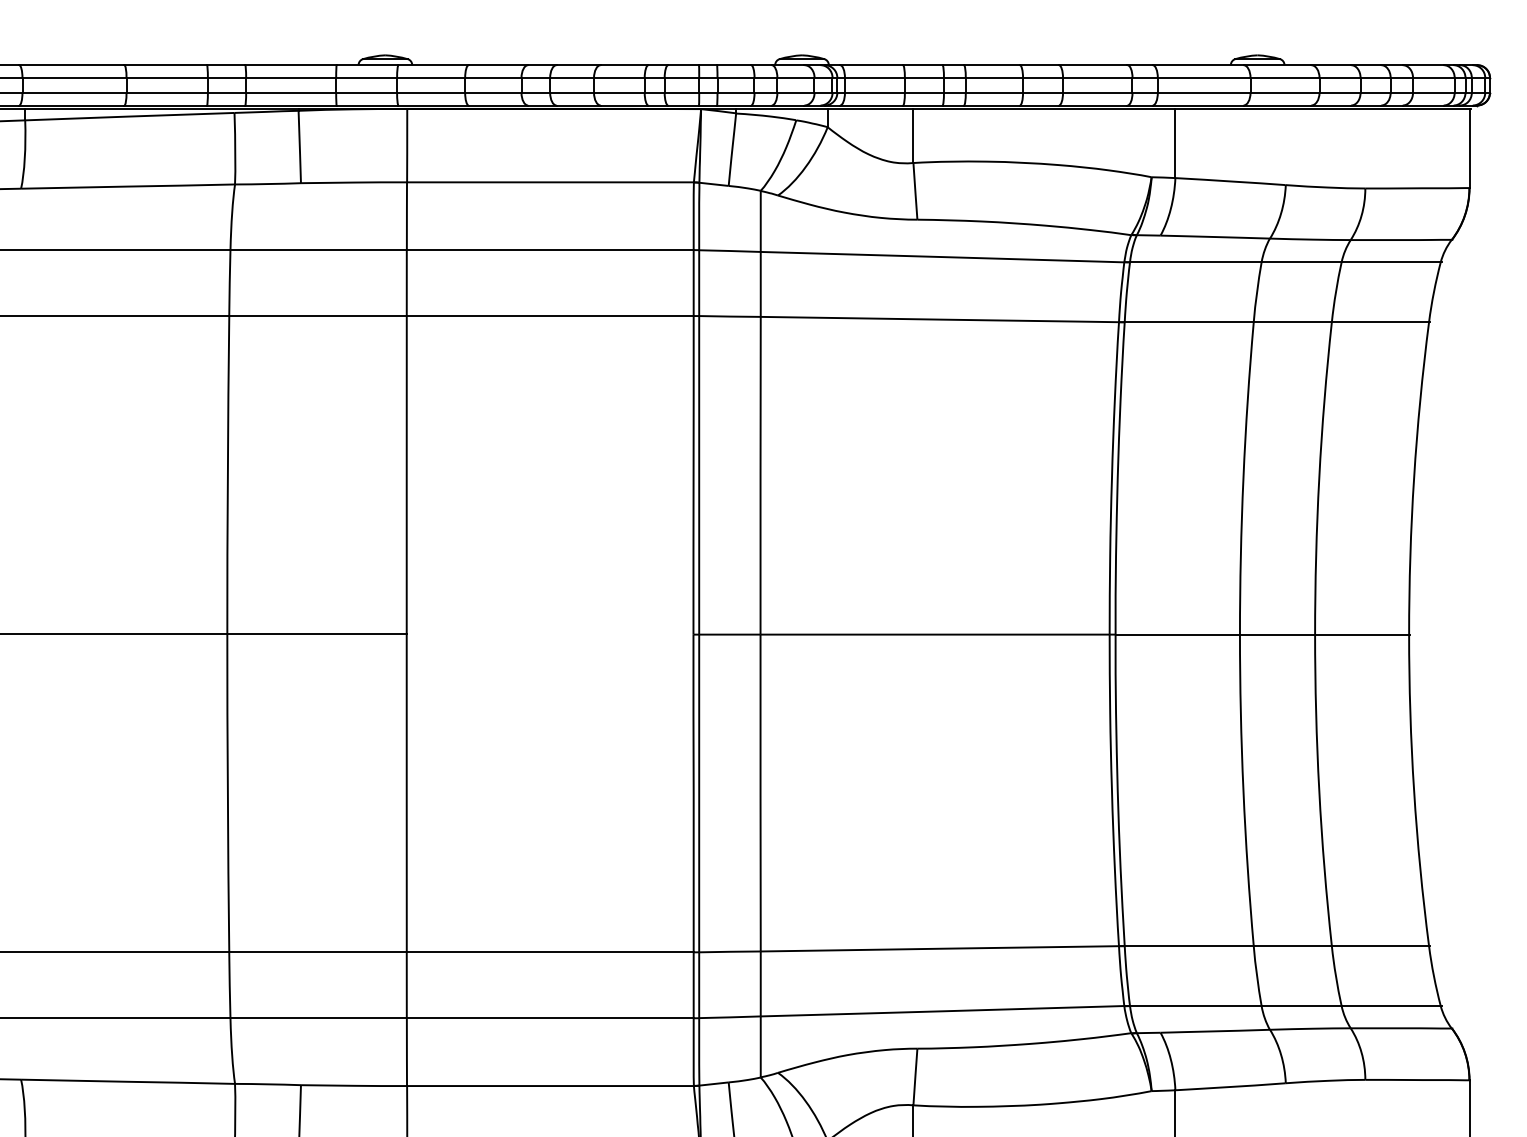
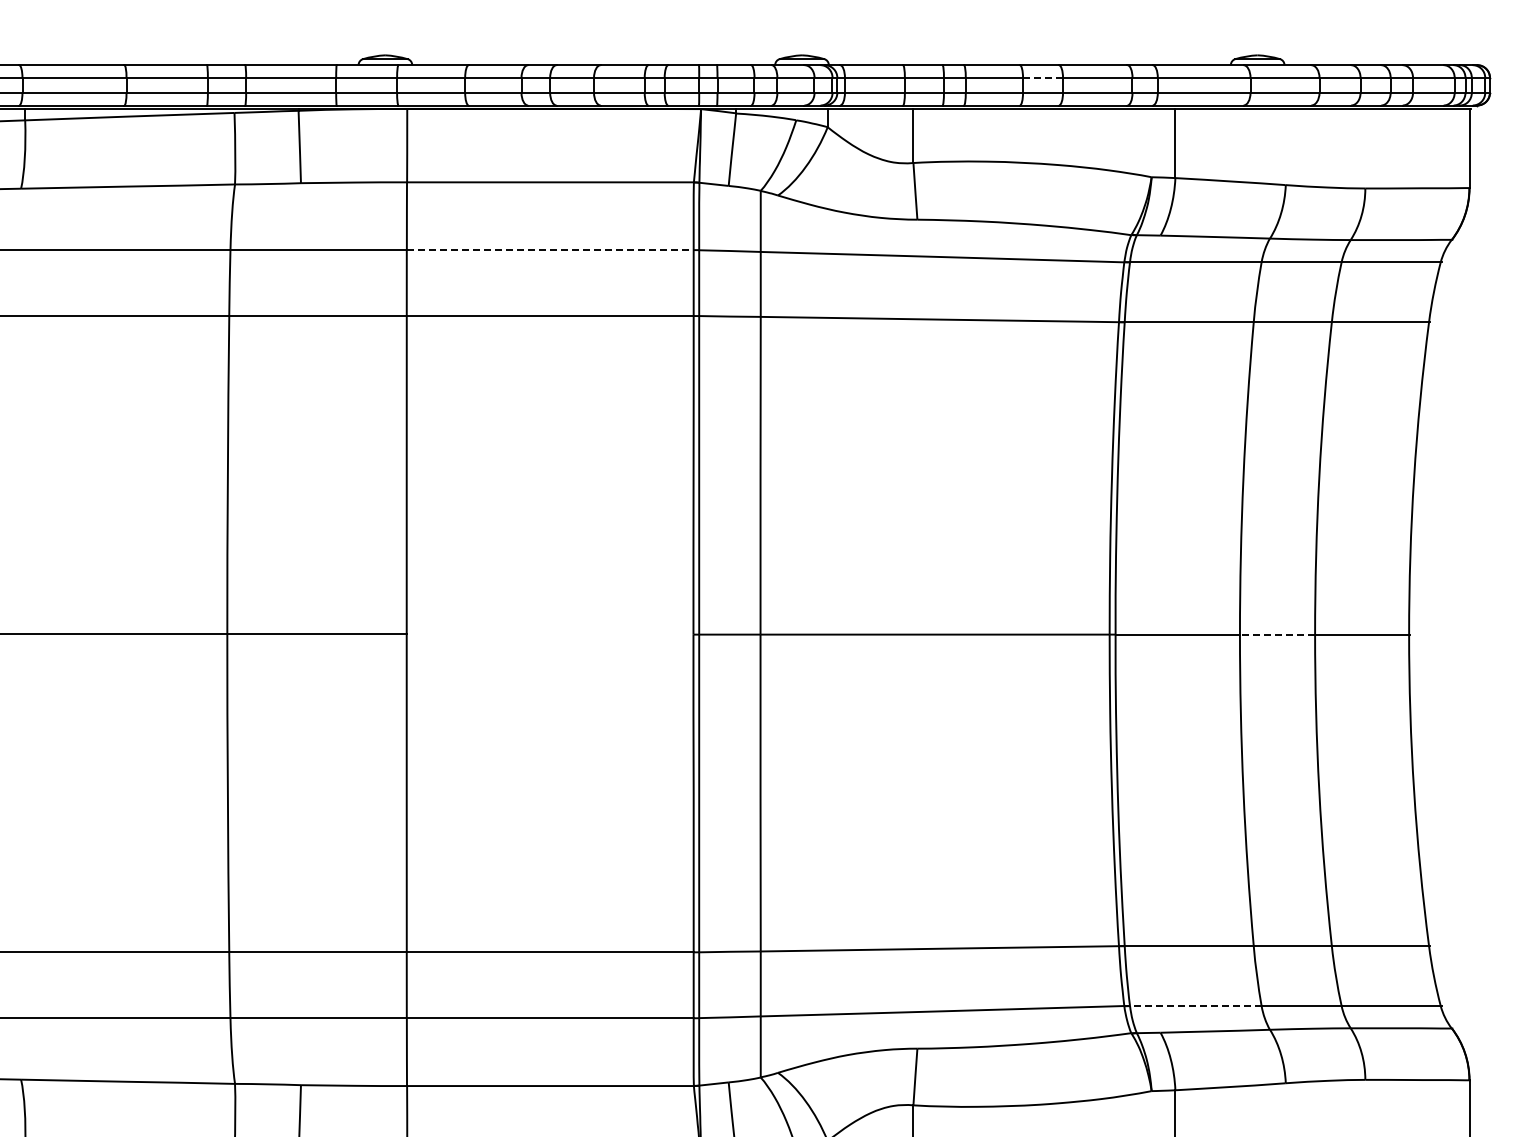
line at (1043, 77): solid -> dashed
line at (550, 250): solid -> dashed
line at (1277, 634): solid -> dashed
line at (1195, 1006): solid -> dashed
